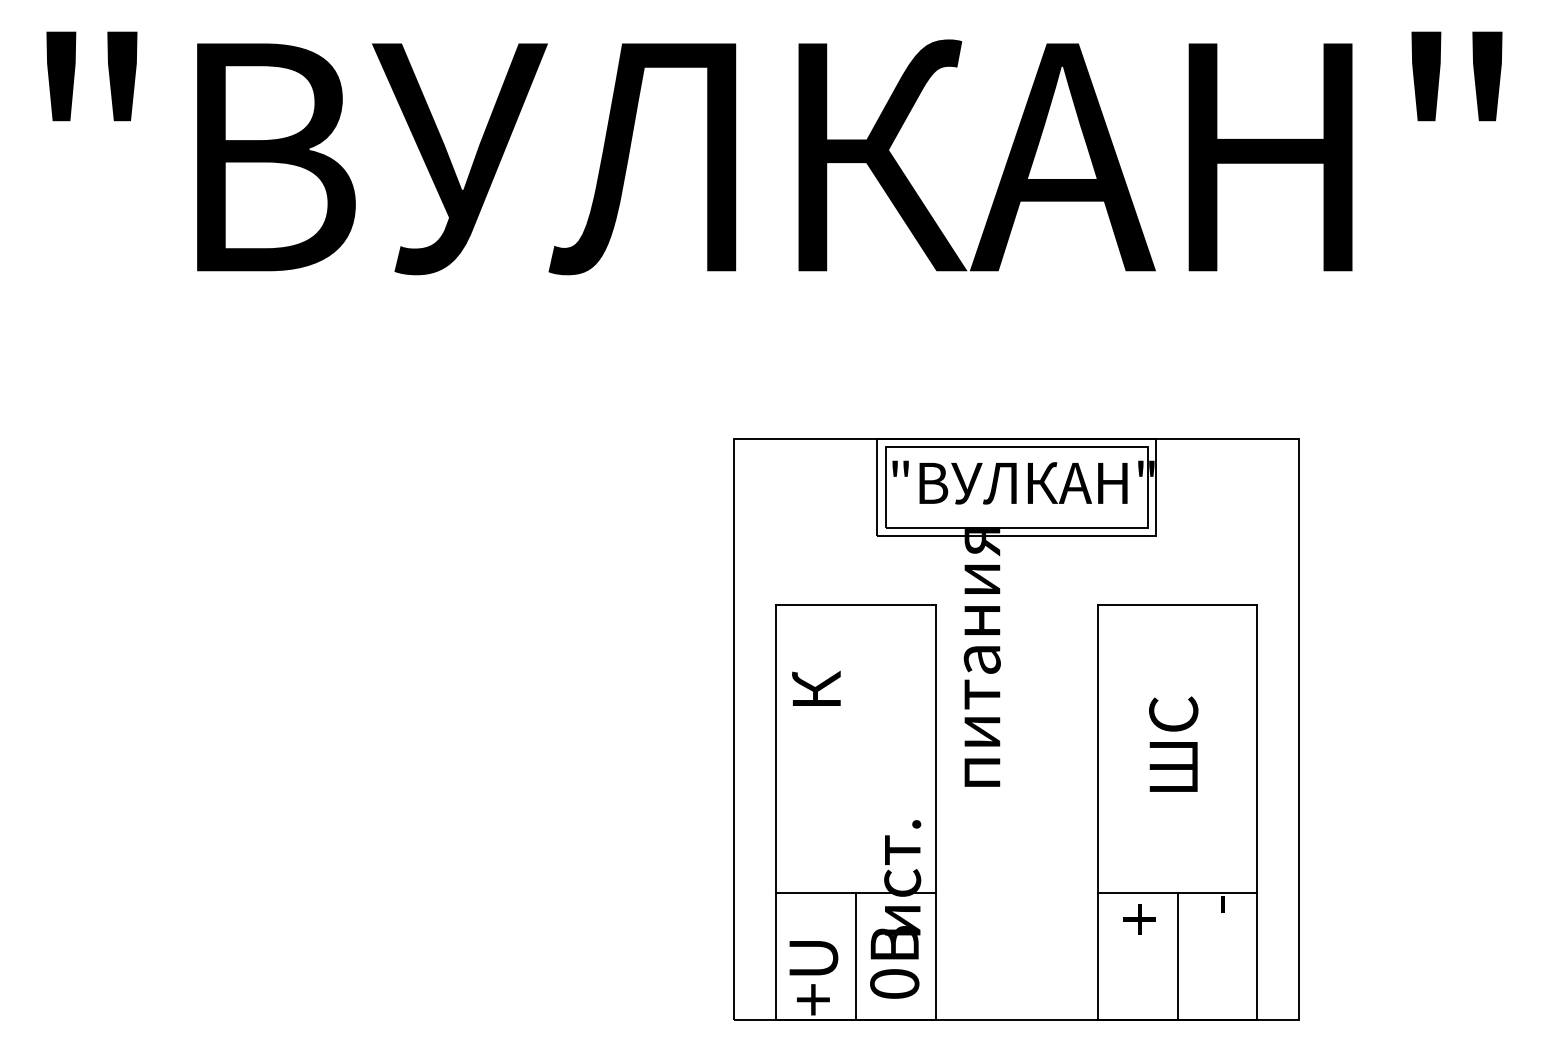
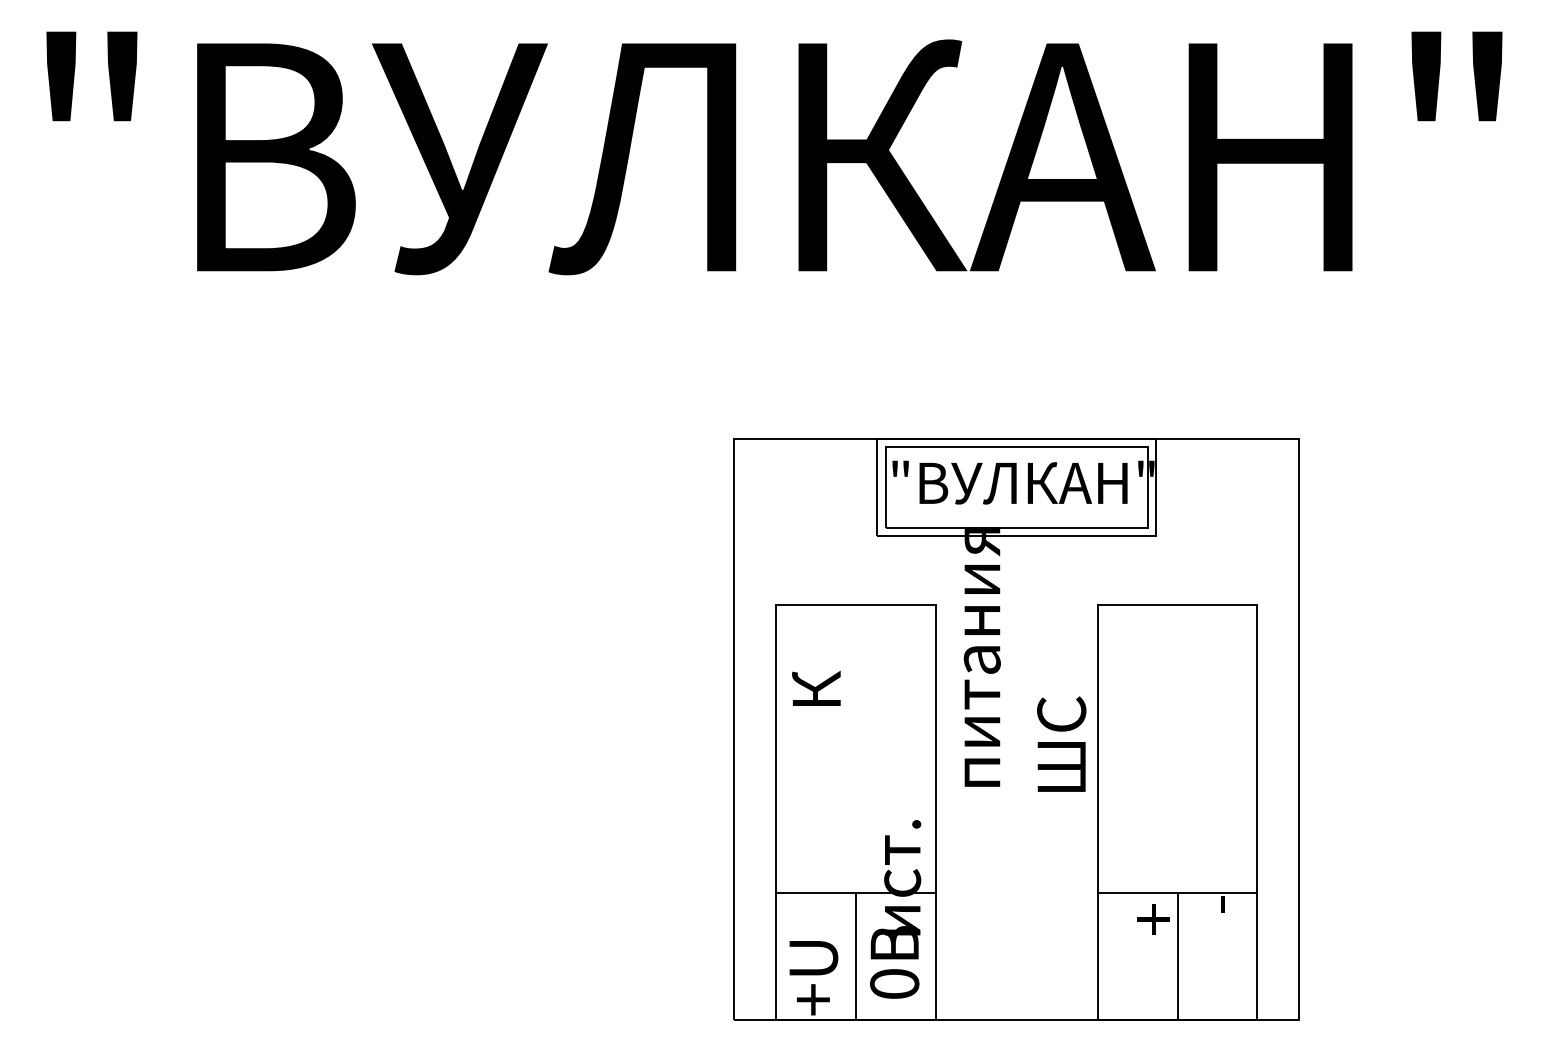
text at (1173, 743) position: (1173, 743) -> (1061, 743)
text at (1139, 919) position: (1139, 919) -> (1153, 919)
